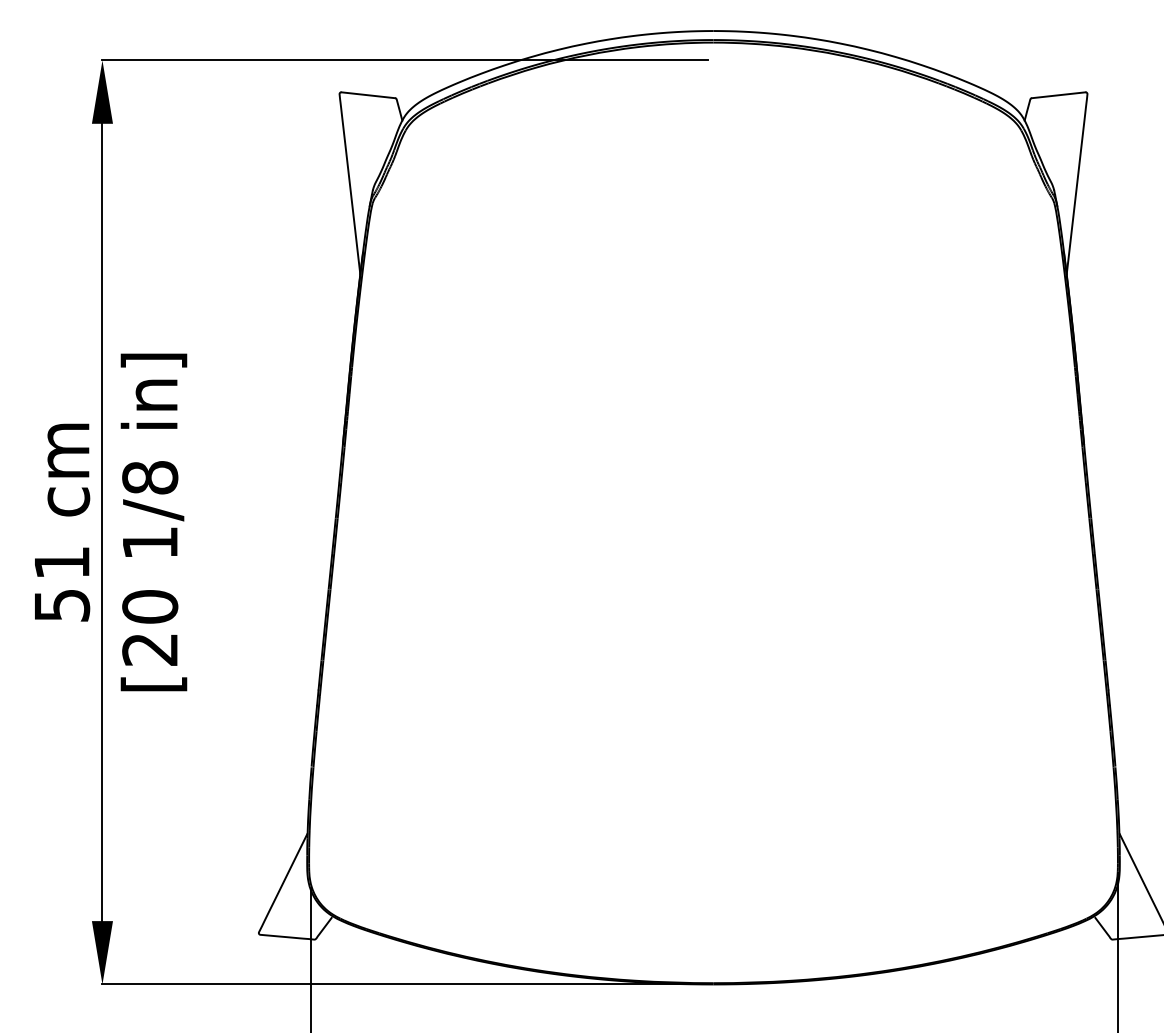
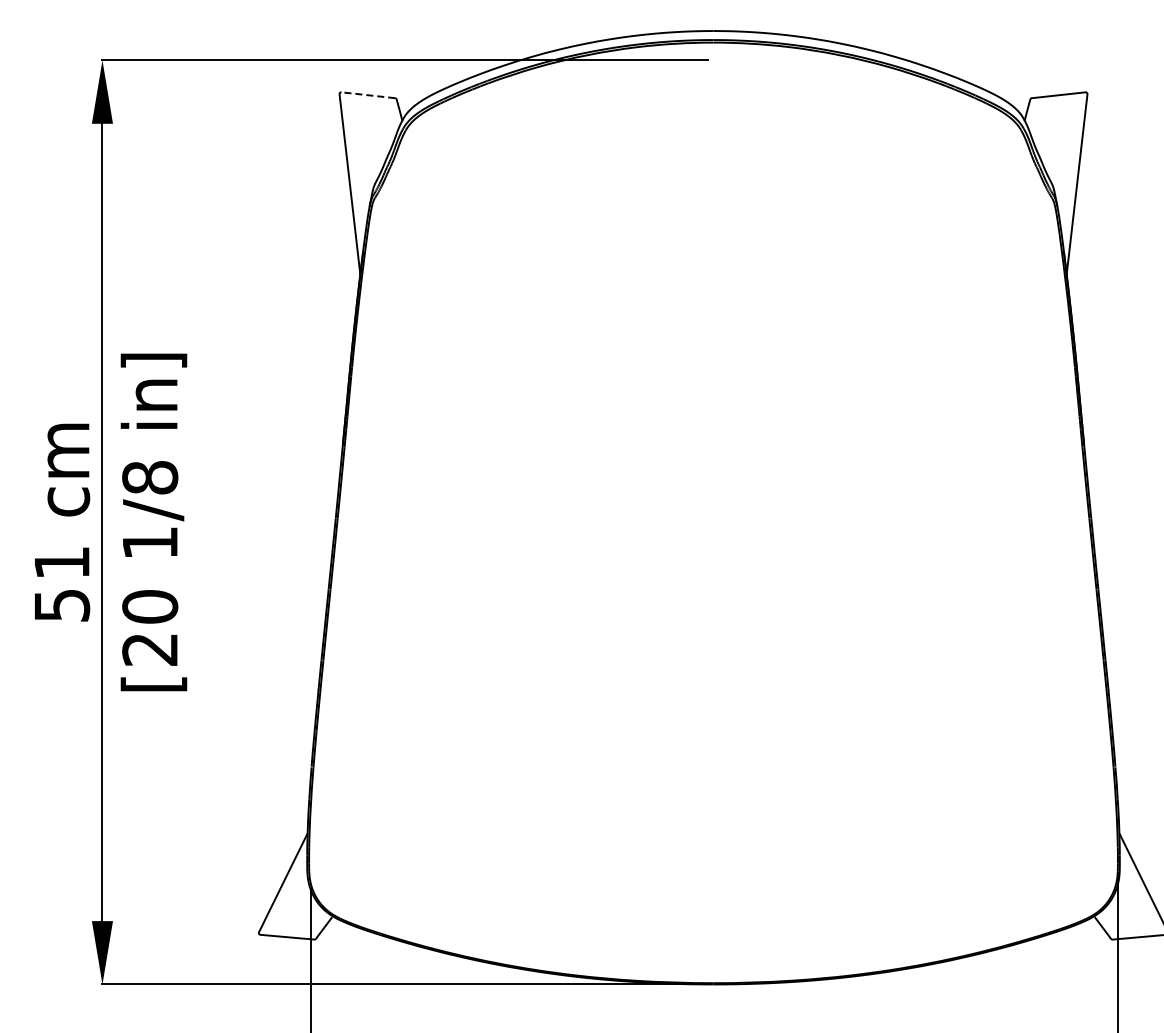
line at (368, 95): solid -> dashed
